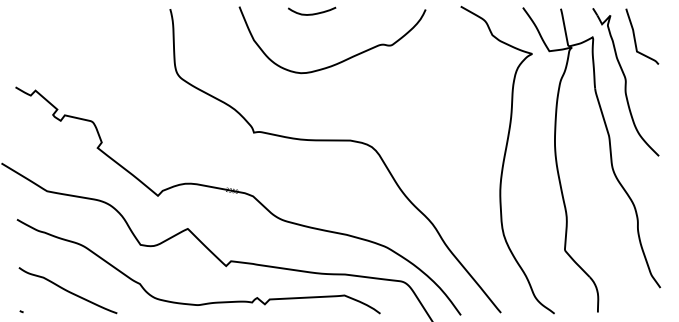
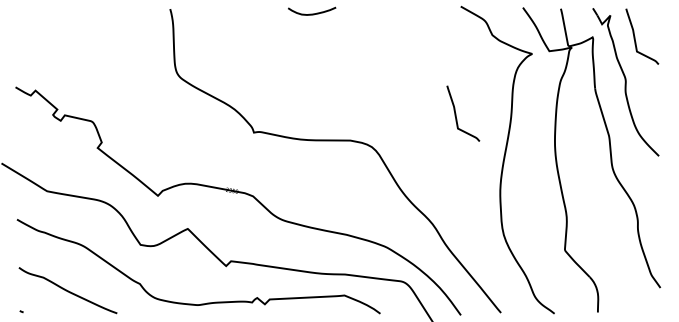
curve at (342, 60): present -> none
curve at (456, 113): none -> present
